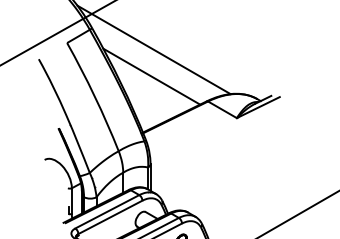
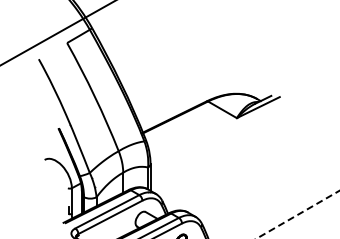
line at (153, 49): present -> none
line at (151, 76): present -> none
line at (298, 214): solid -> dashed
